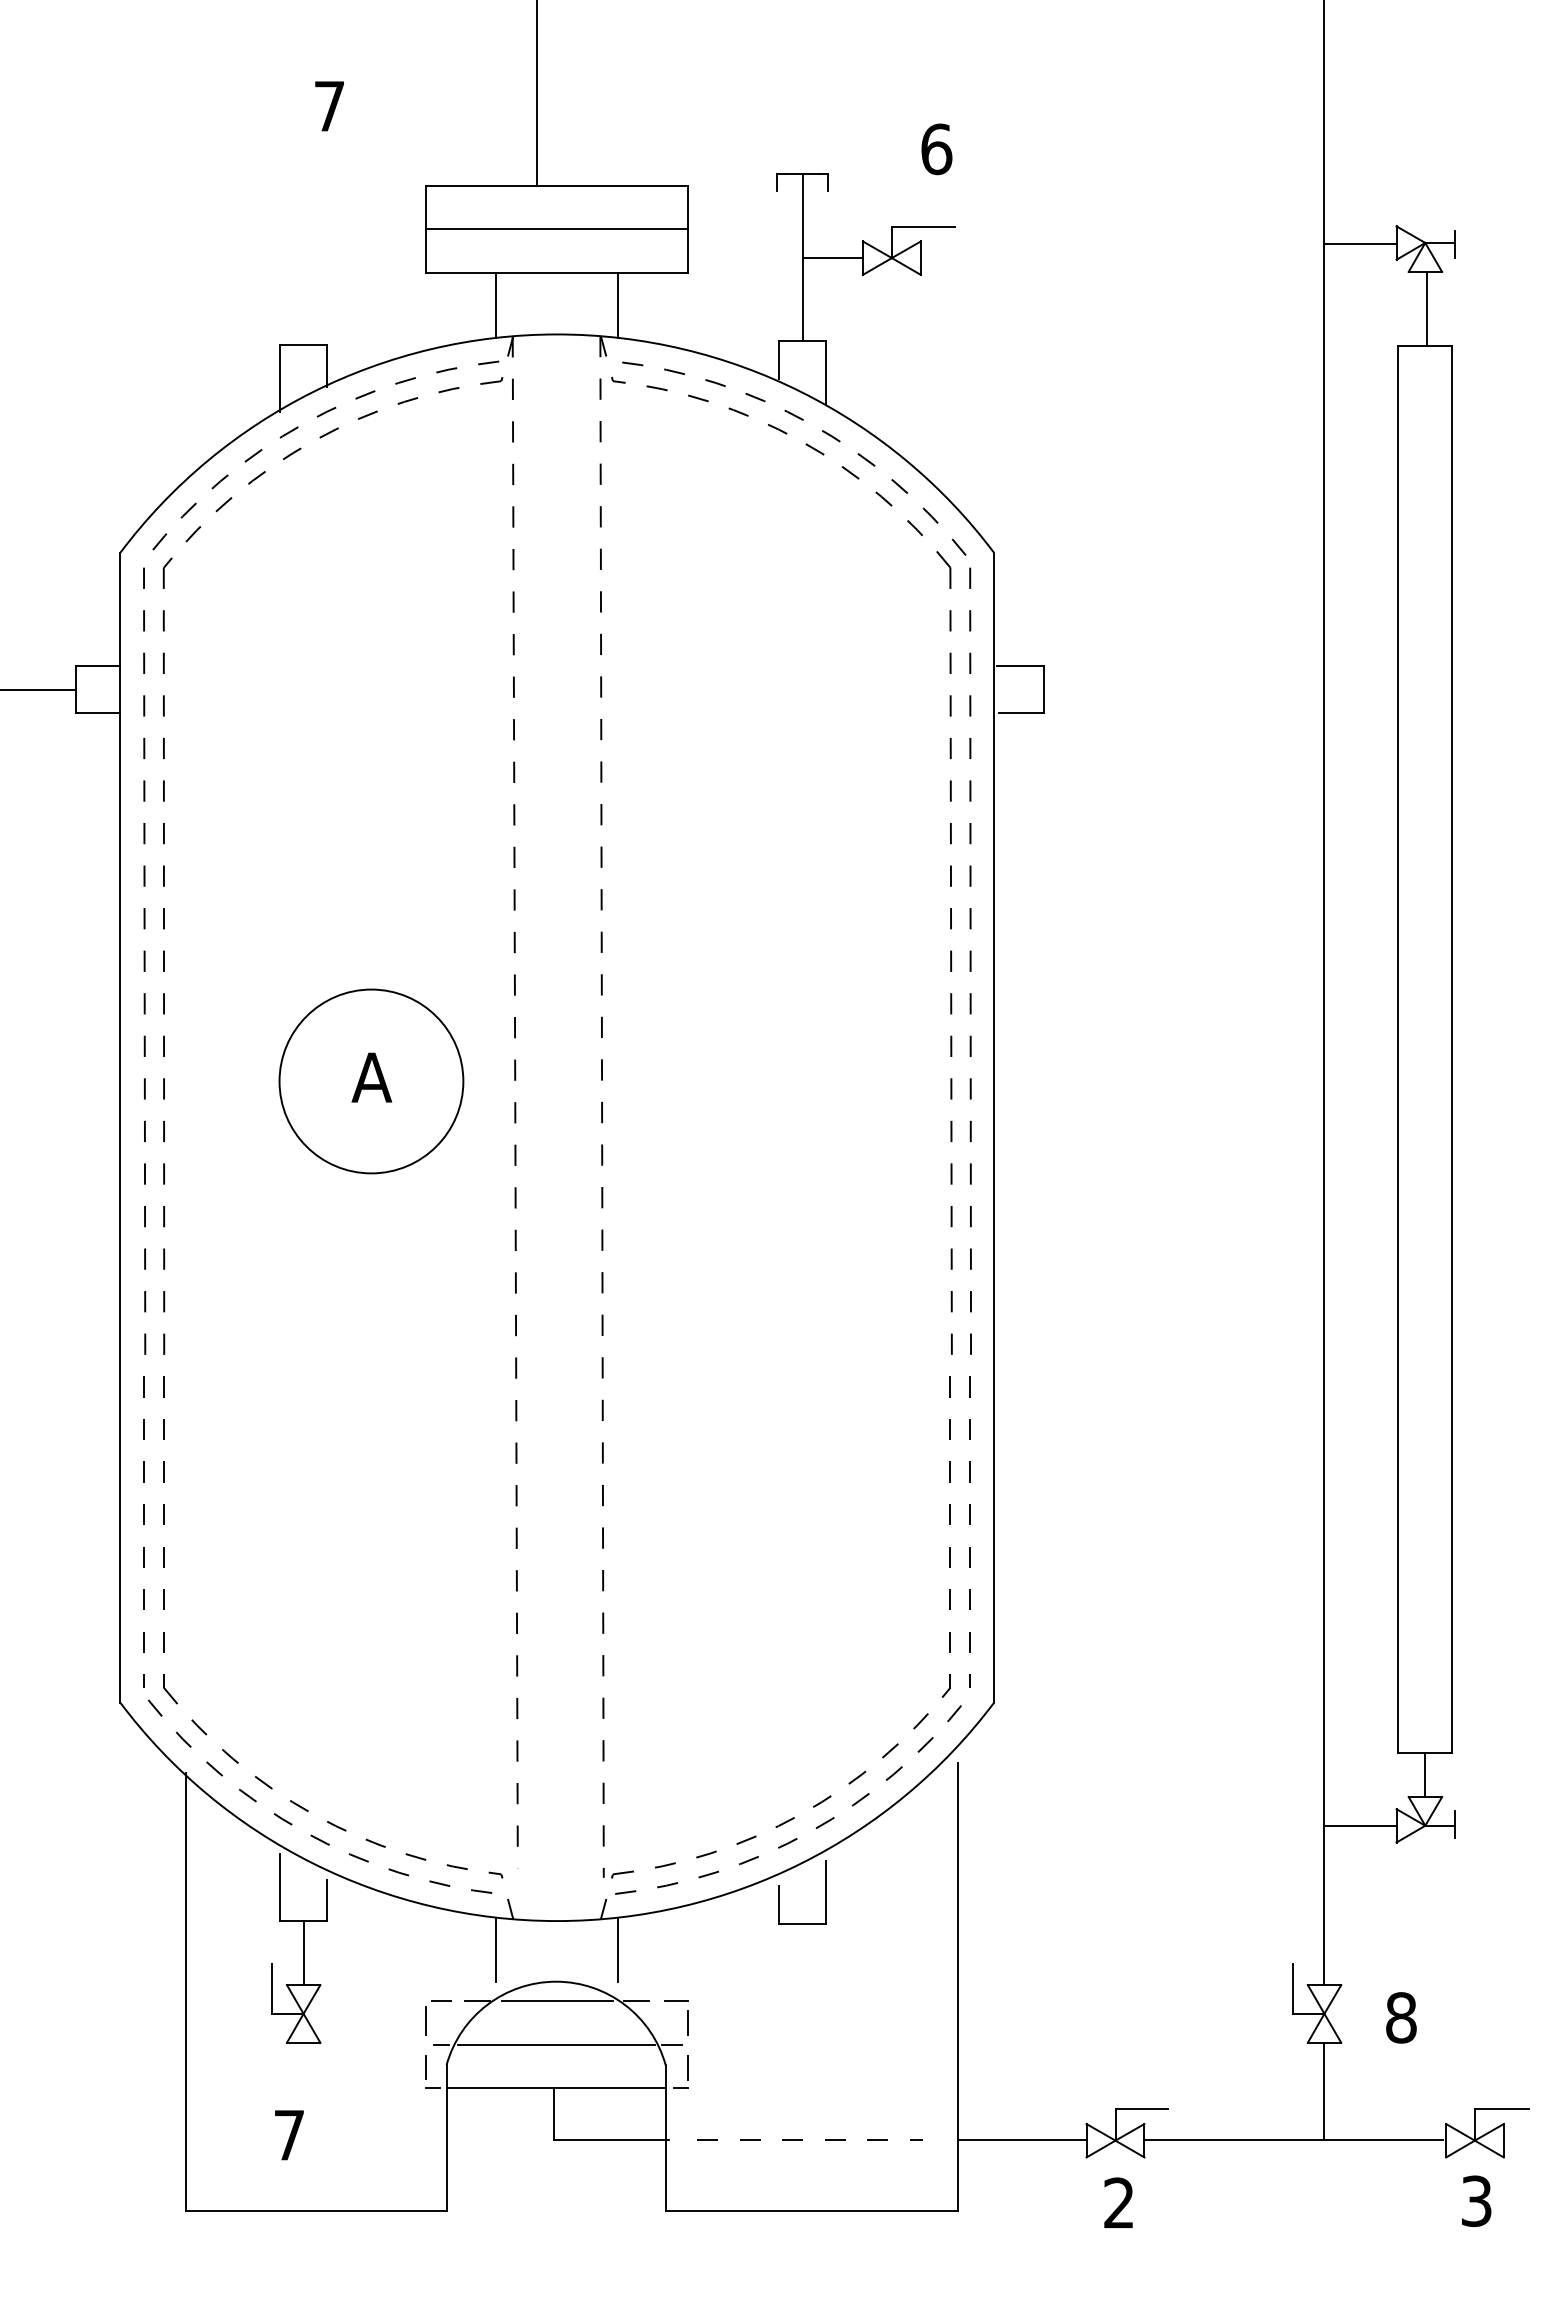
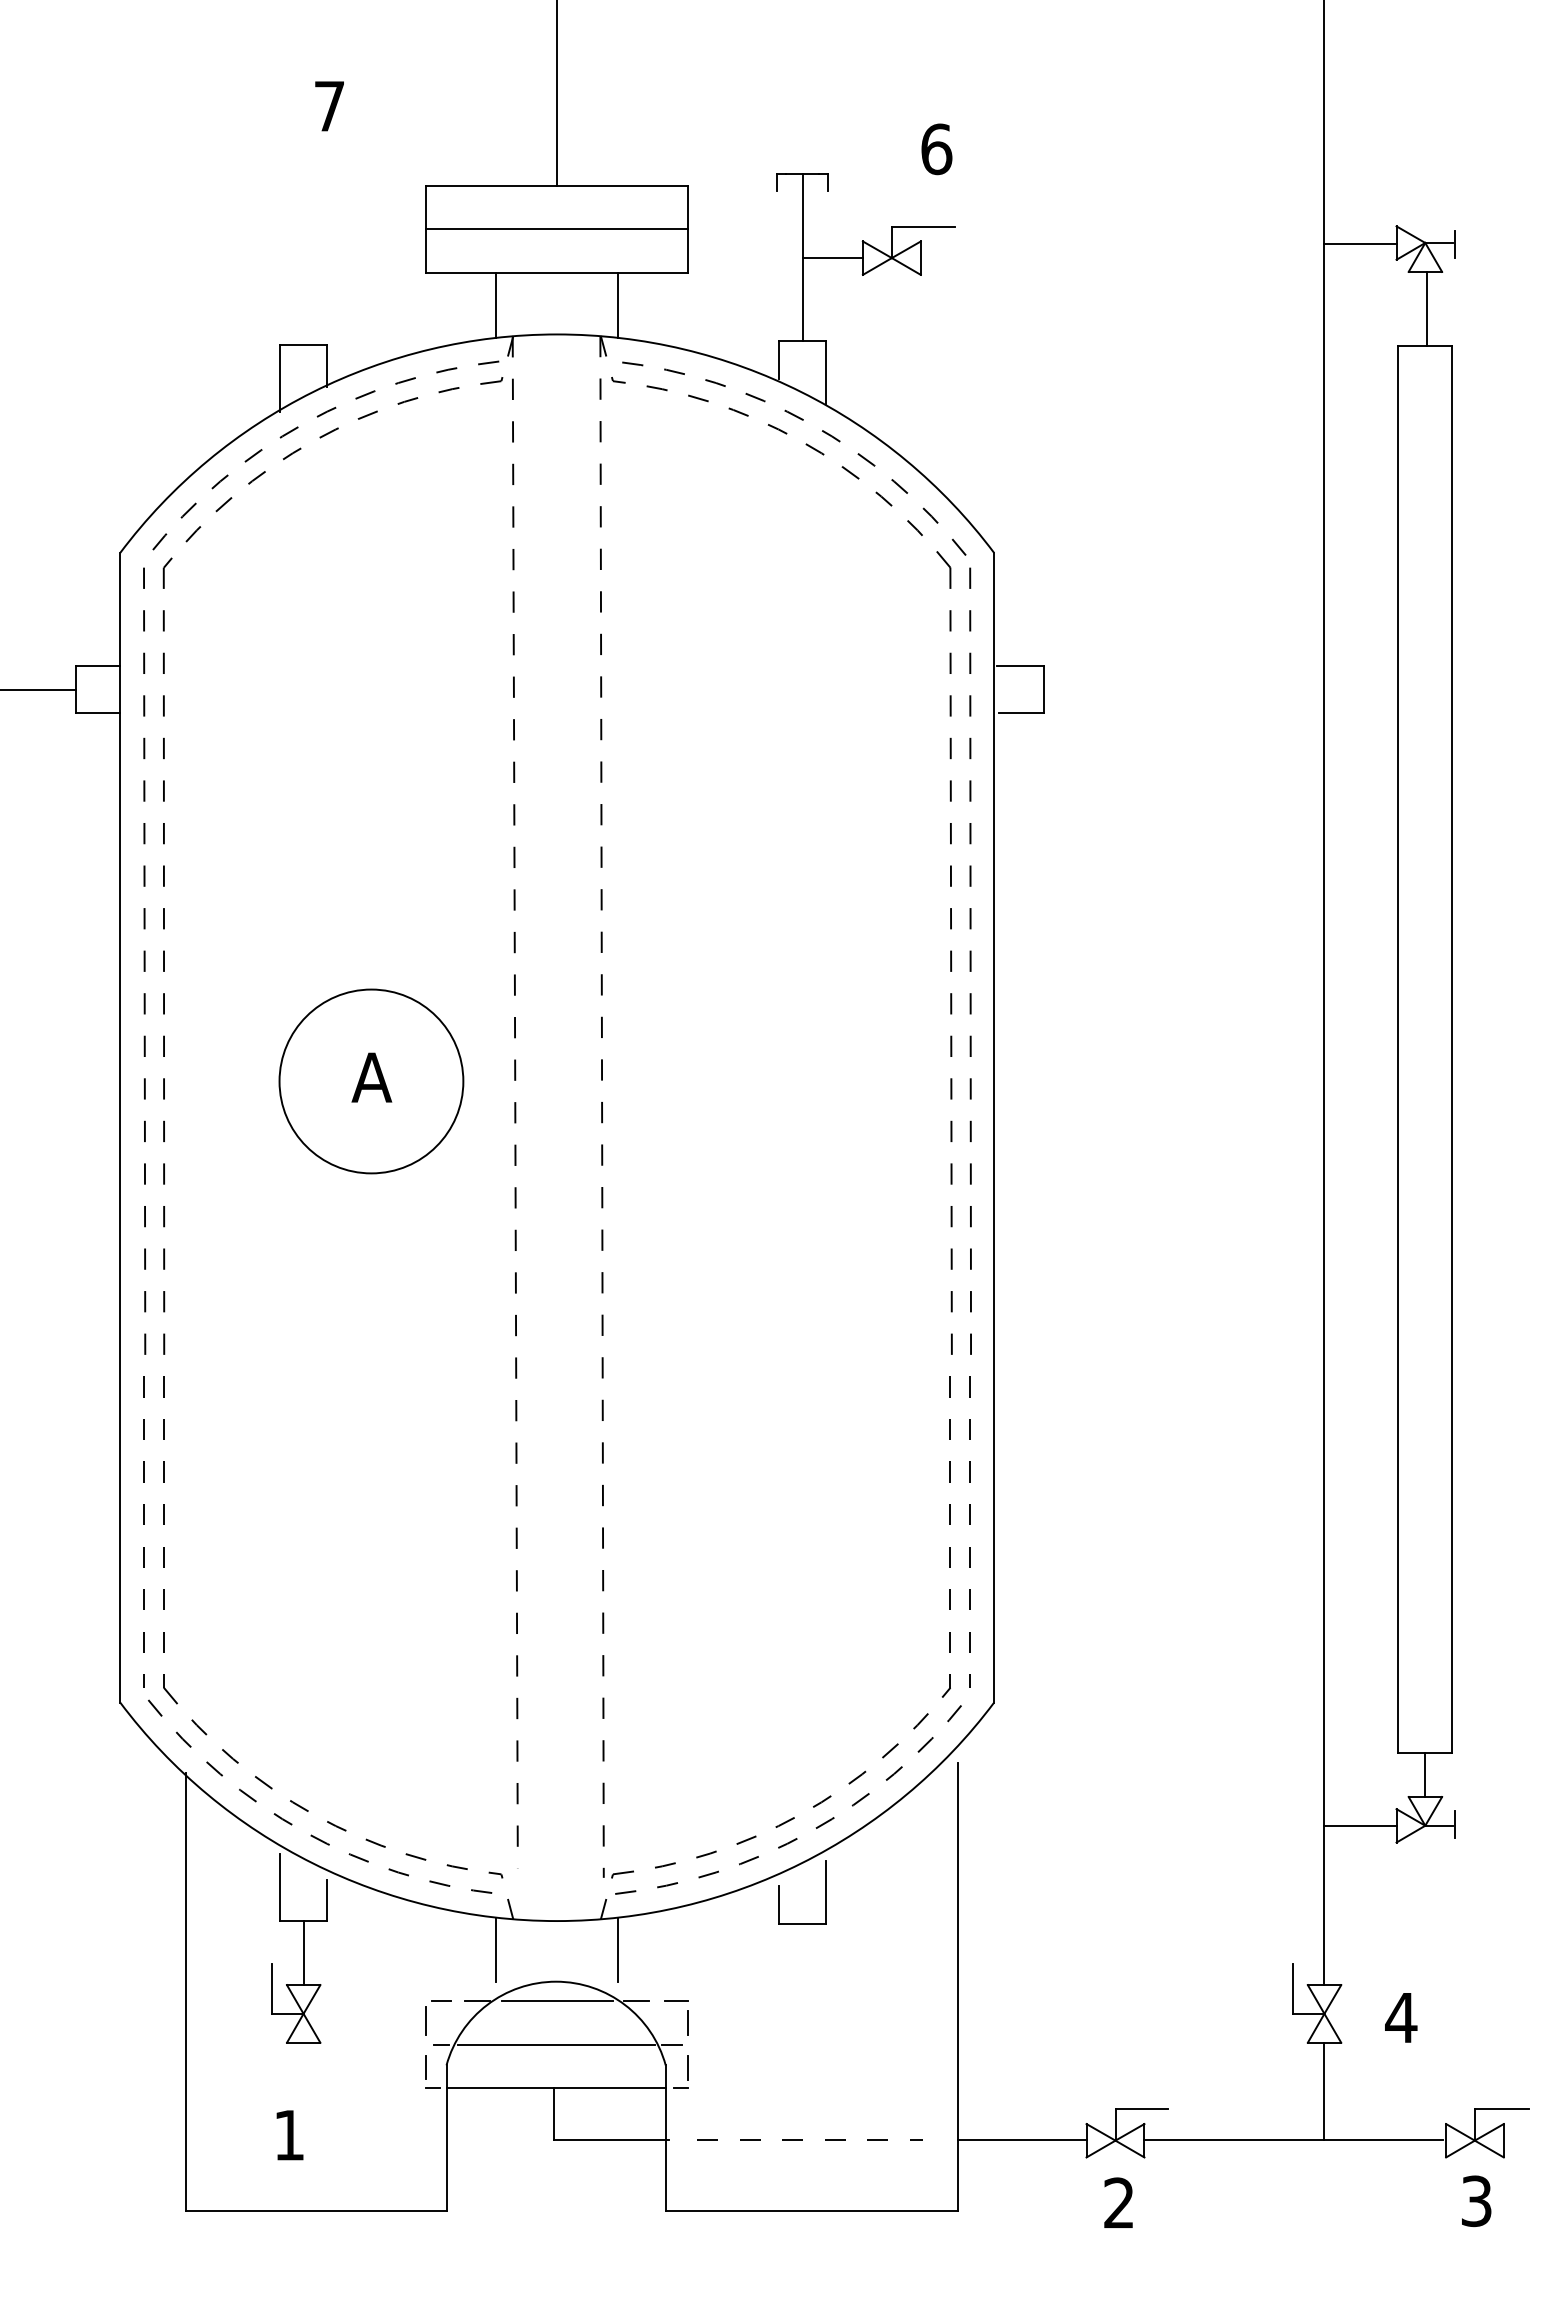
line at (537, 93) position: (537, 93) -> (557, 93)
text at (1401, 2017): 8 -> 4
text at (289, 2135): 7 -> 1
